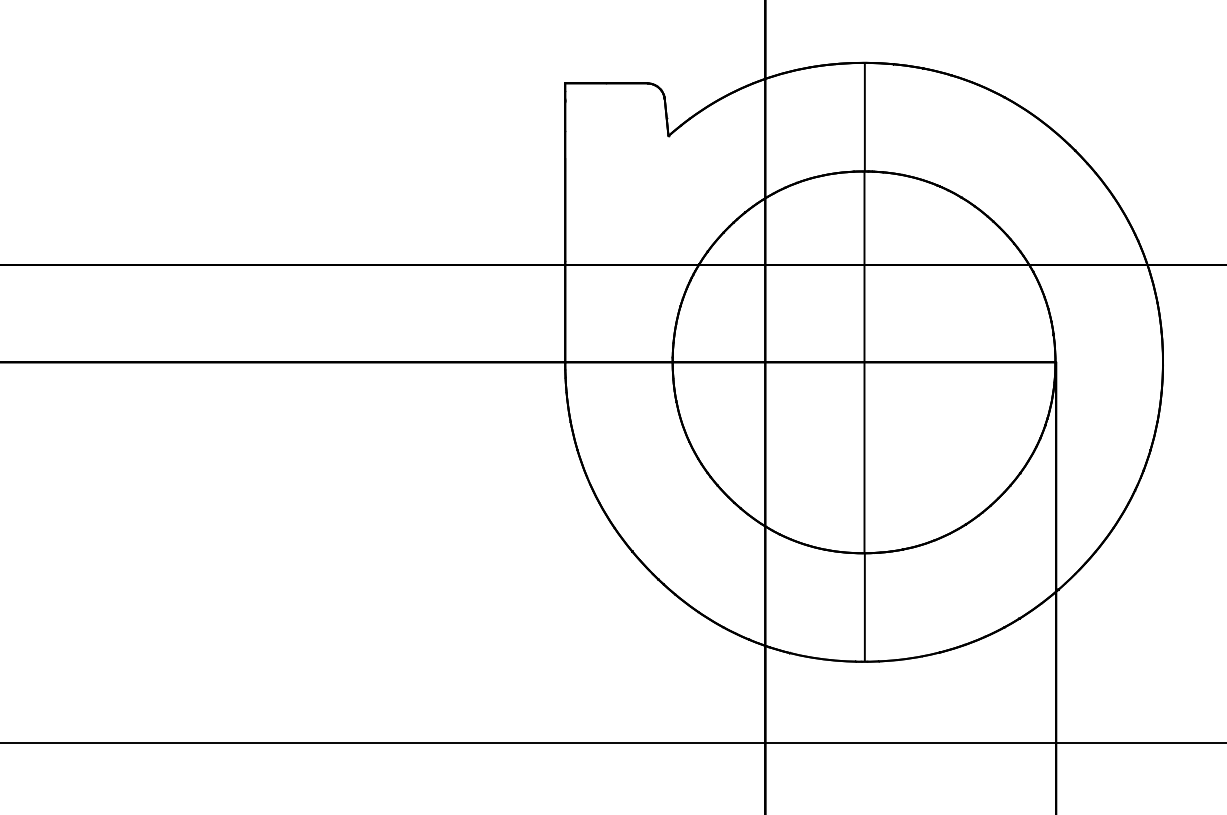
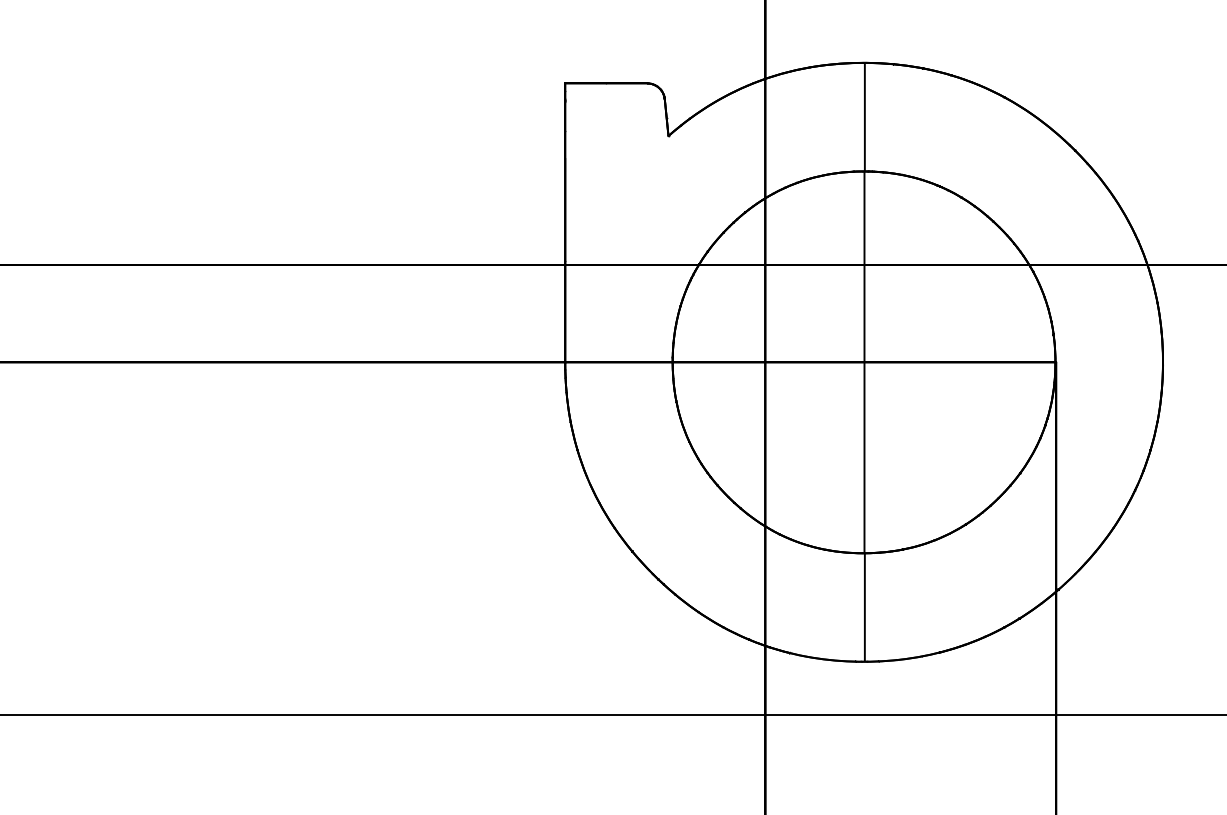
line at (612, 742) position: (612, 742) -> (612, 714)
